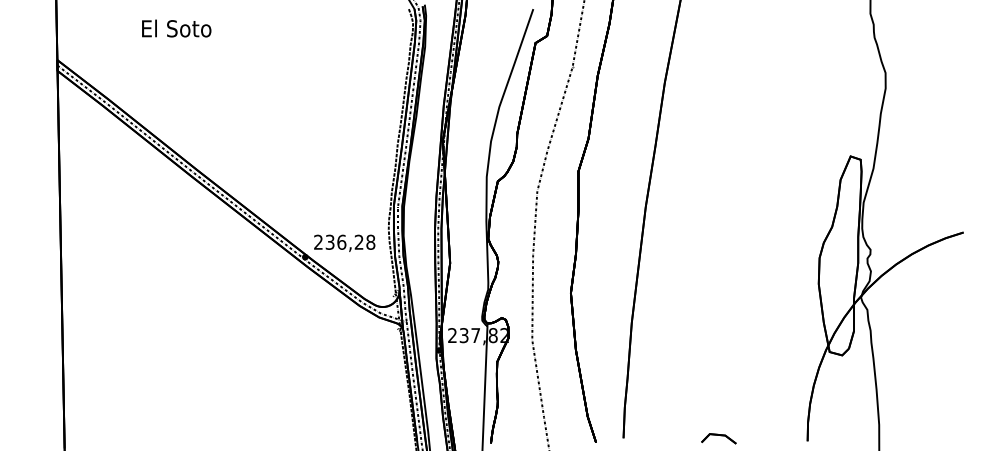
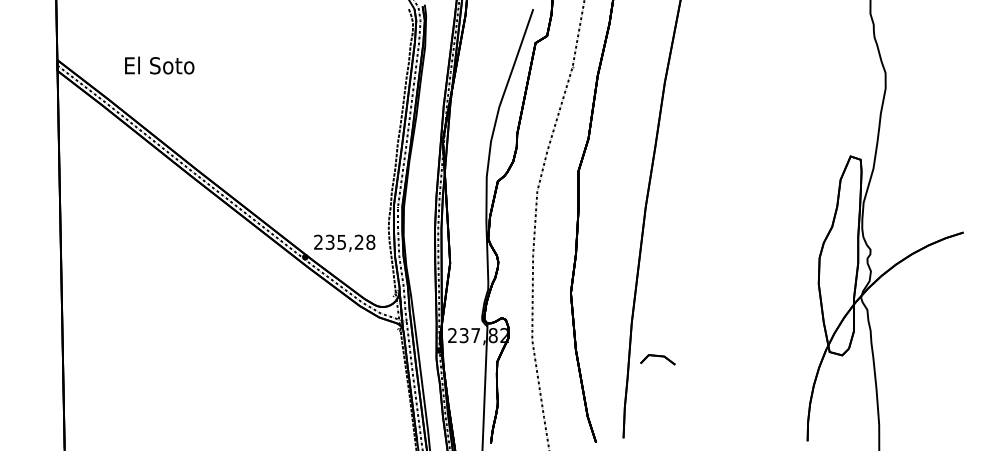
text at (176, 28) position: (176, 28) -> (159, 65)
text at (341, 241): 236,28 -> 235,28
part at (718, 438) position: (718, 438) -> (657, 359)
